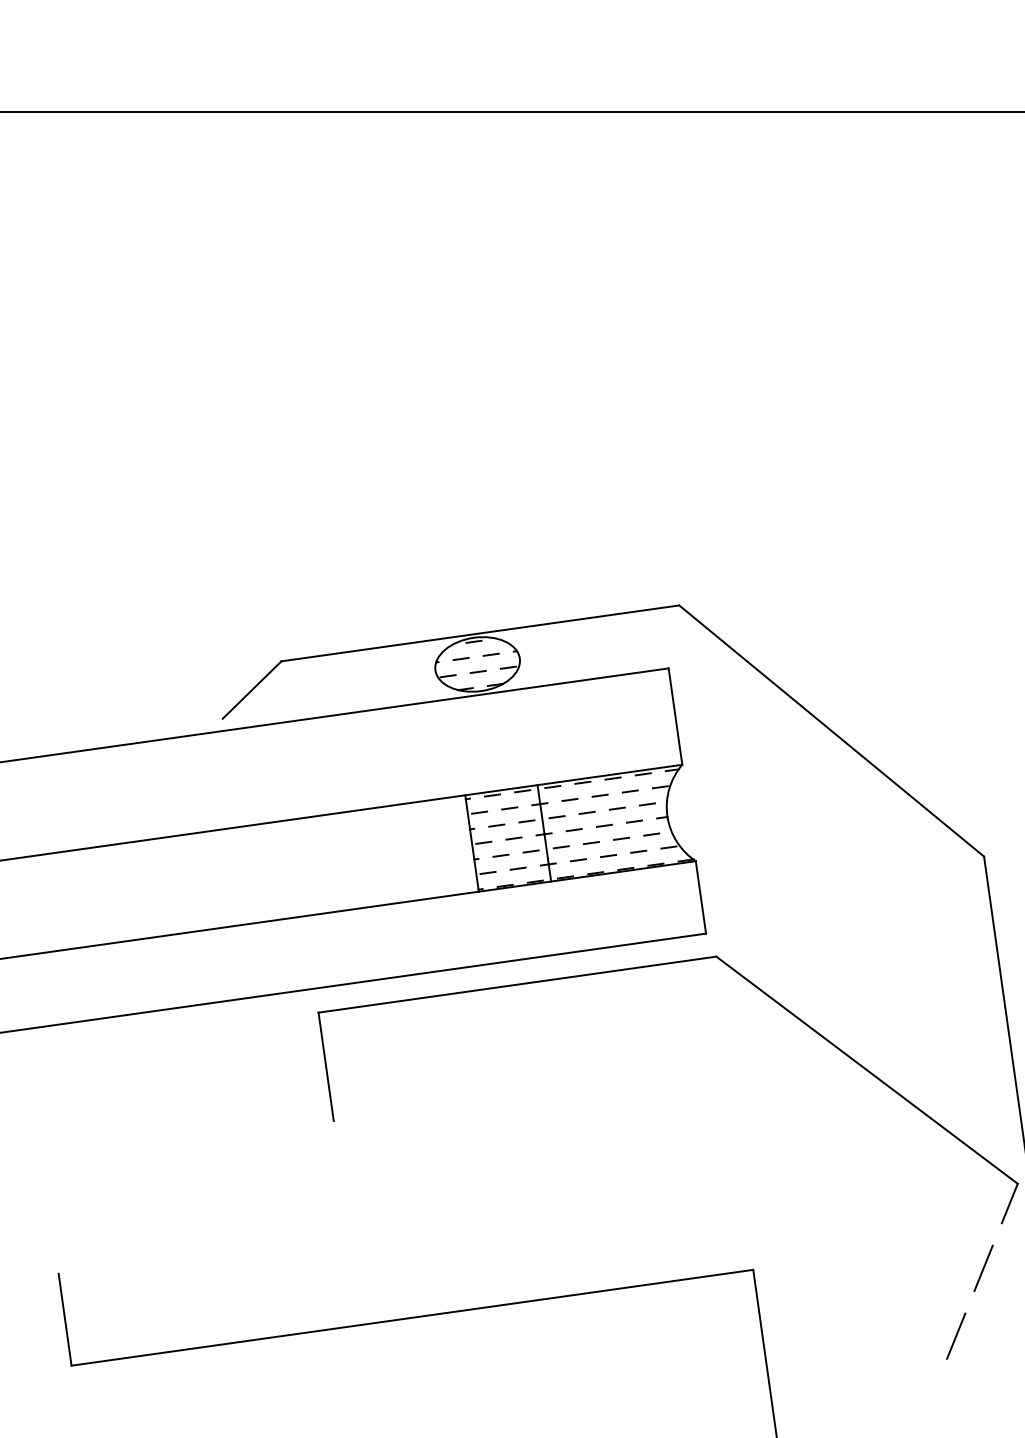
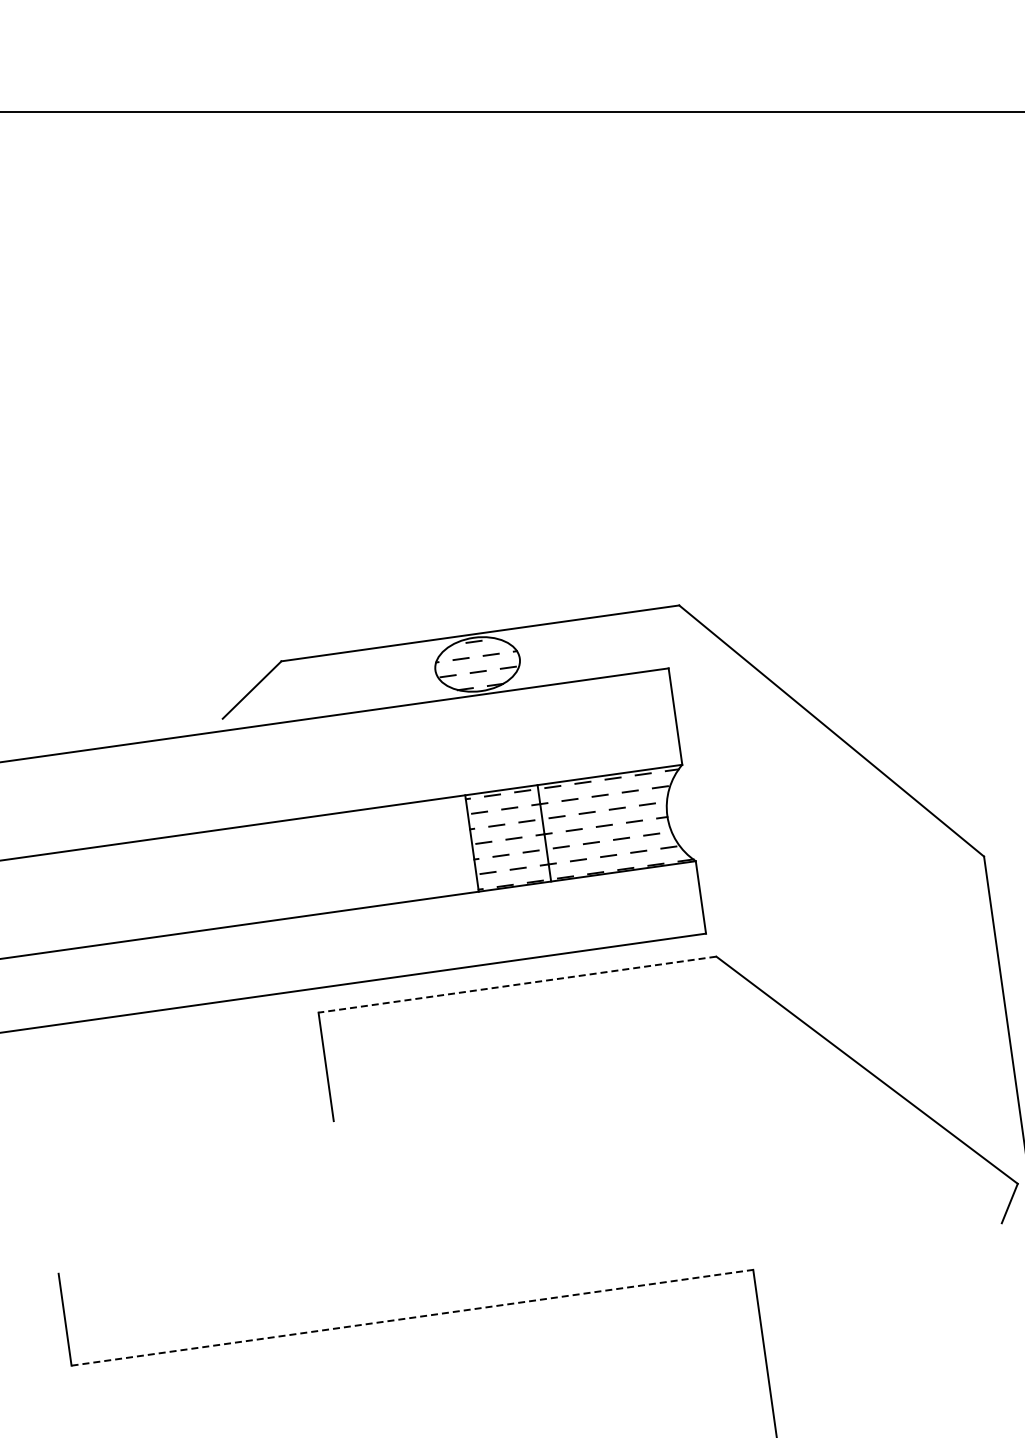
line at (517, 984): solid -> dashed
line at (983, 1268): present -> none
line at (412, 1317): solid -> dashed
line at (956, 1335): present -> none
